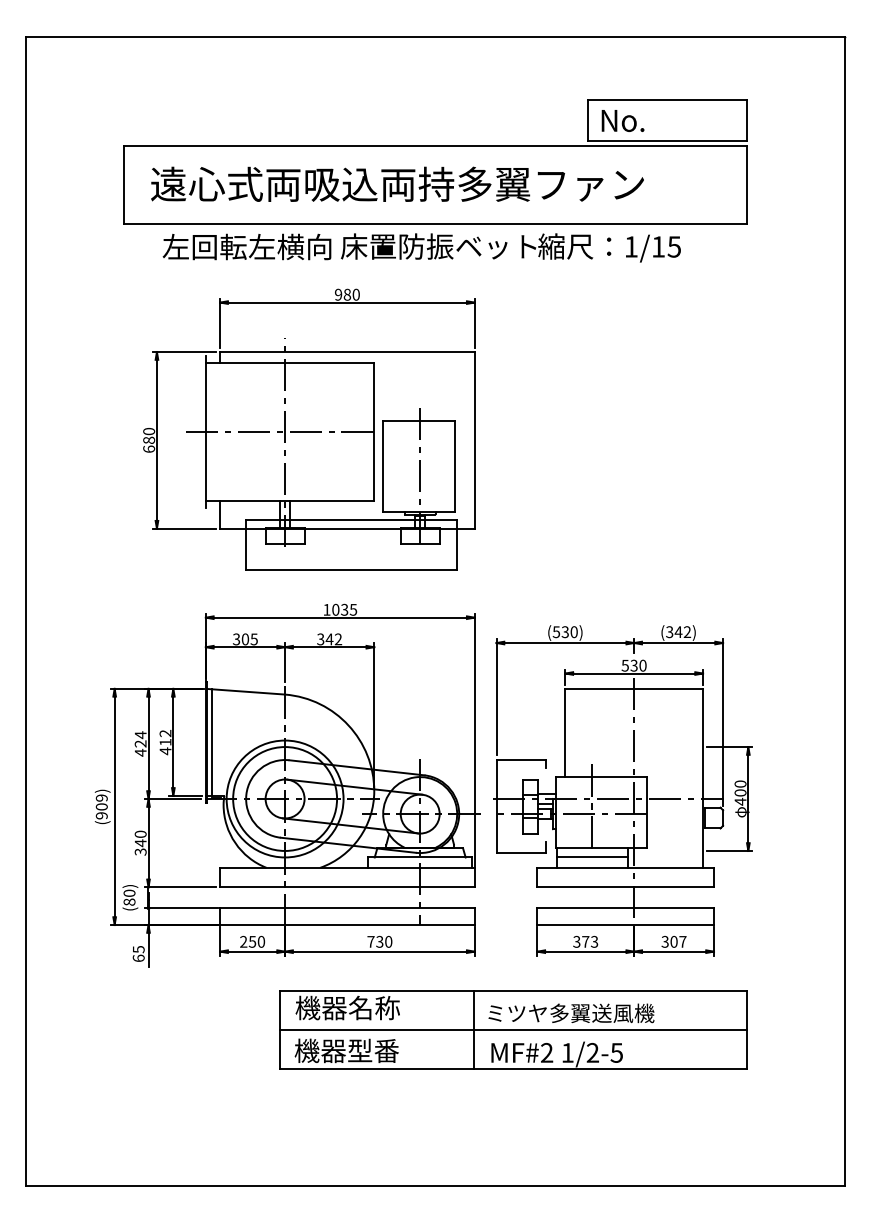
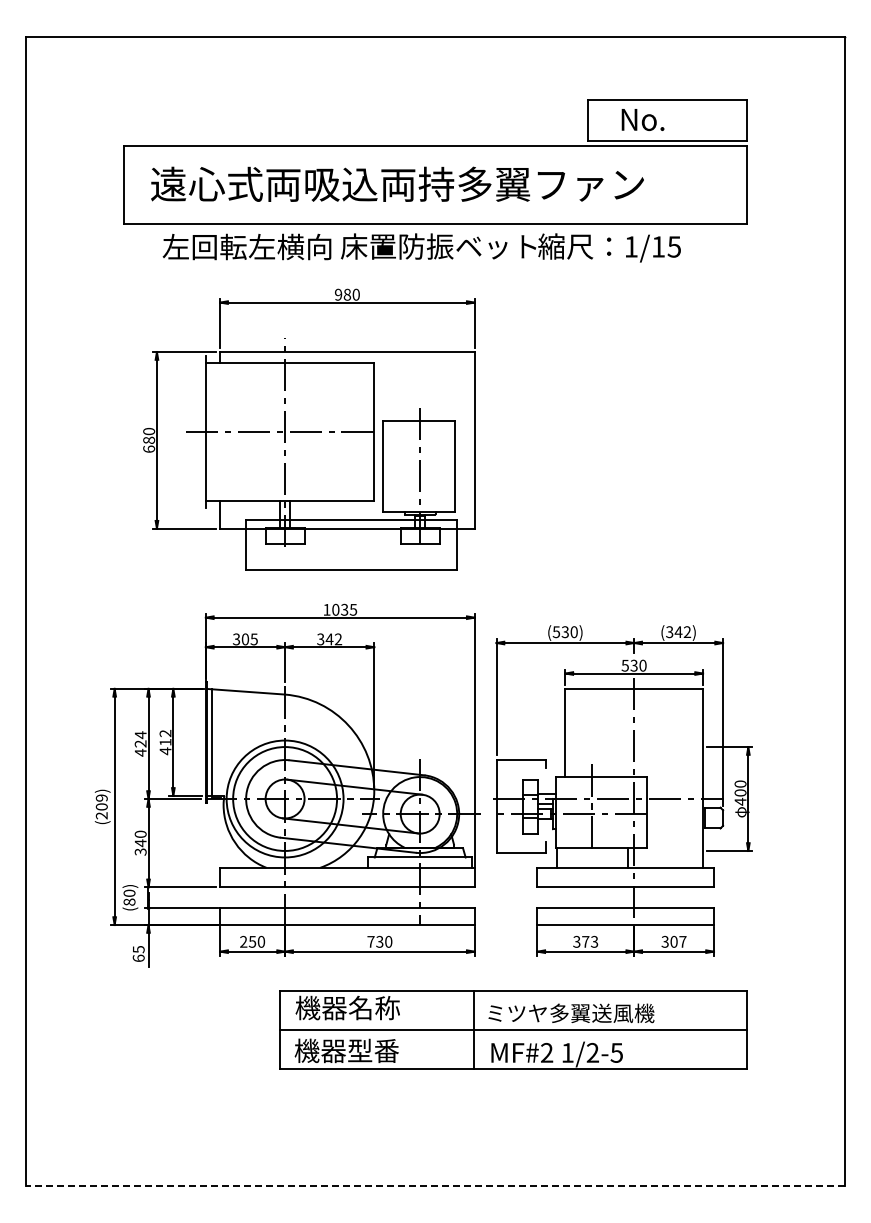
text at (622, 120) position: (622, 120) -> (642, 119)
text at (101, 815): (909) -> (209)
line at (592, 857): present -> none
line at (435, 1186): solid -> dashed
